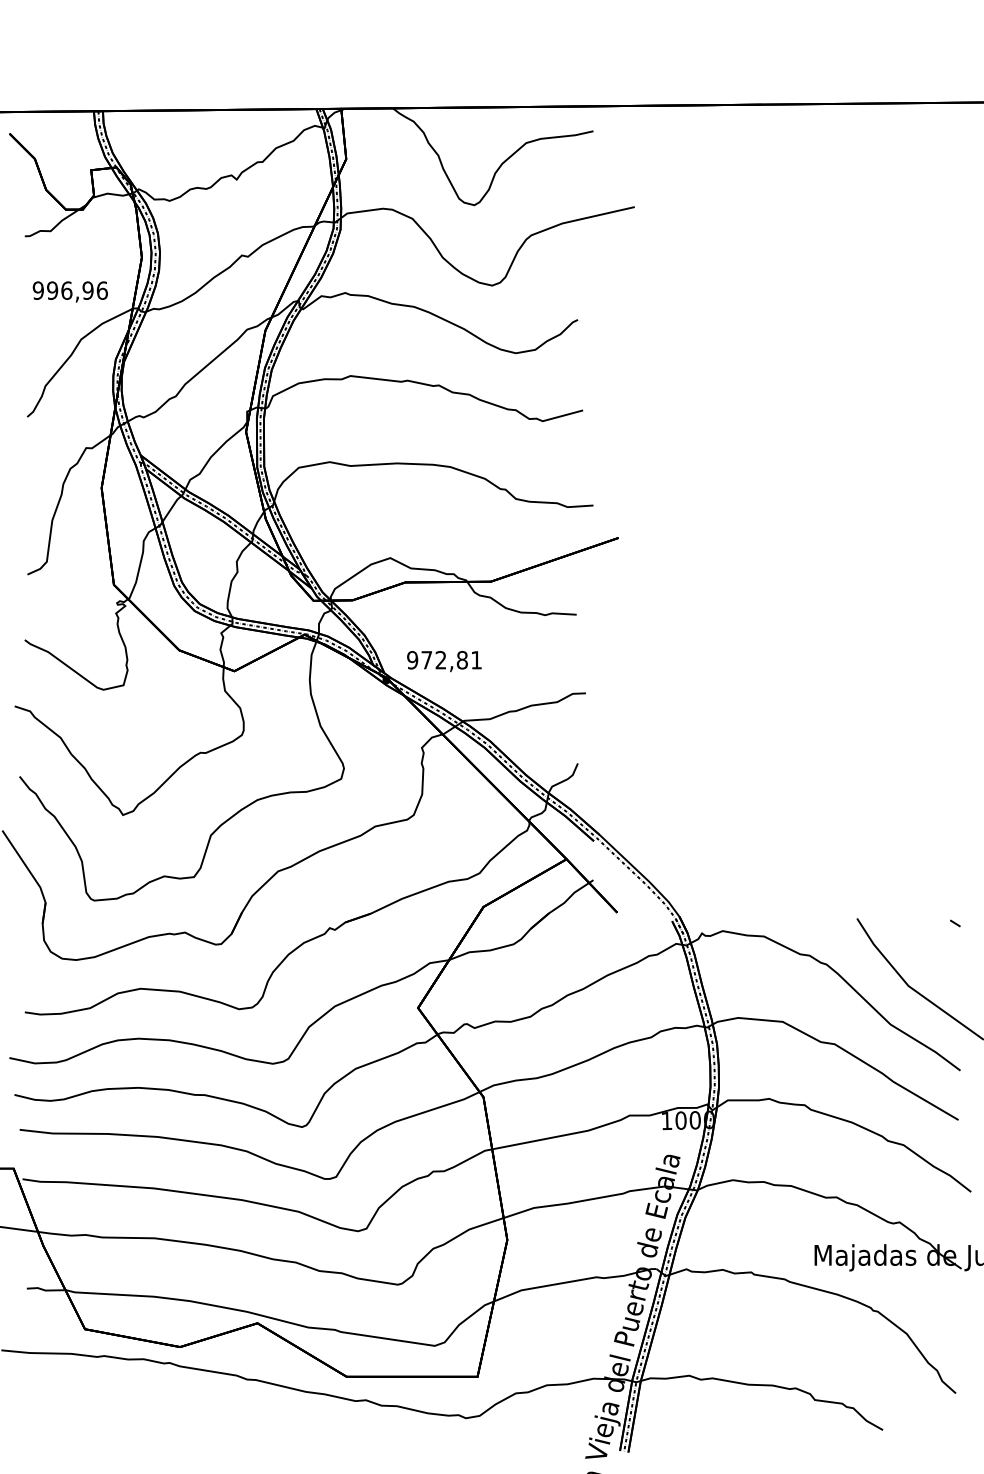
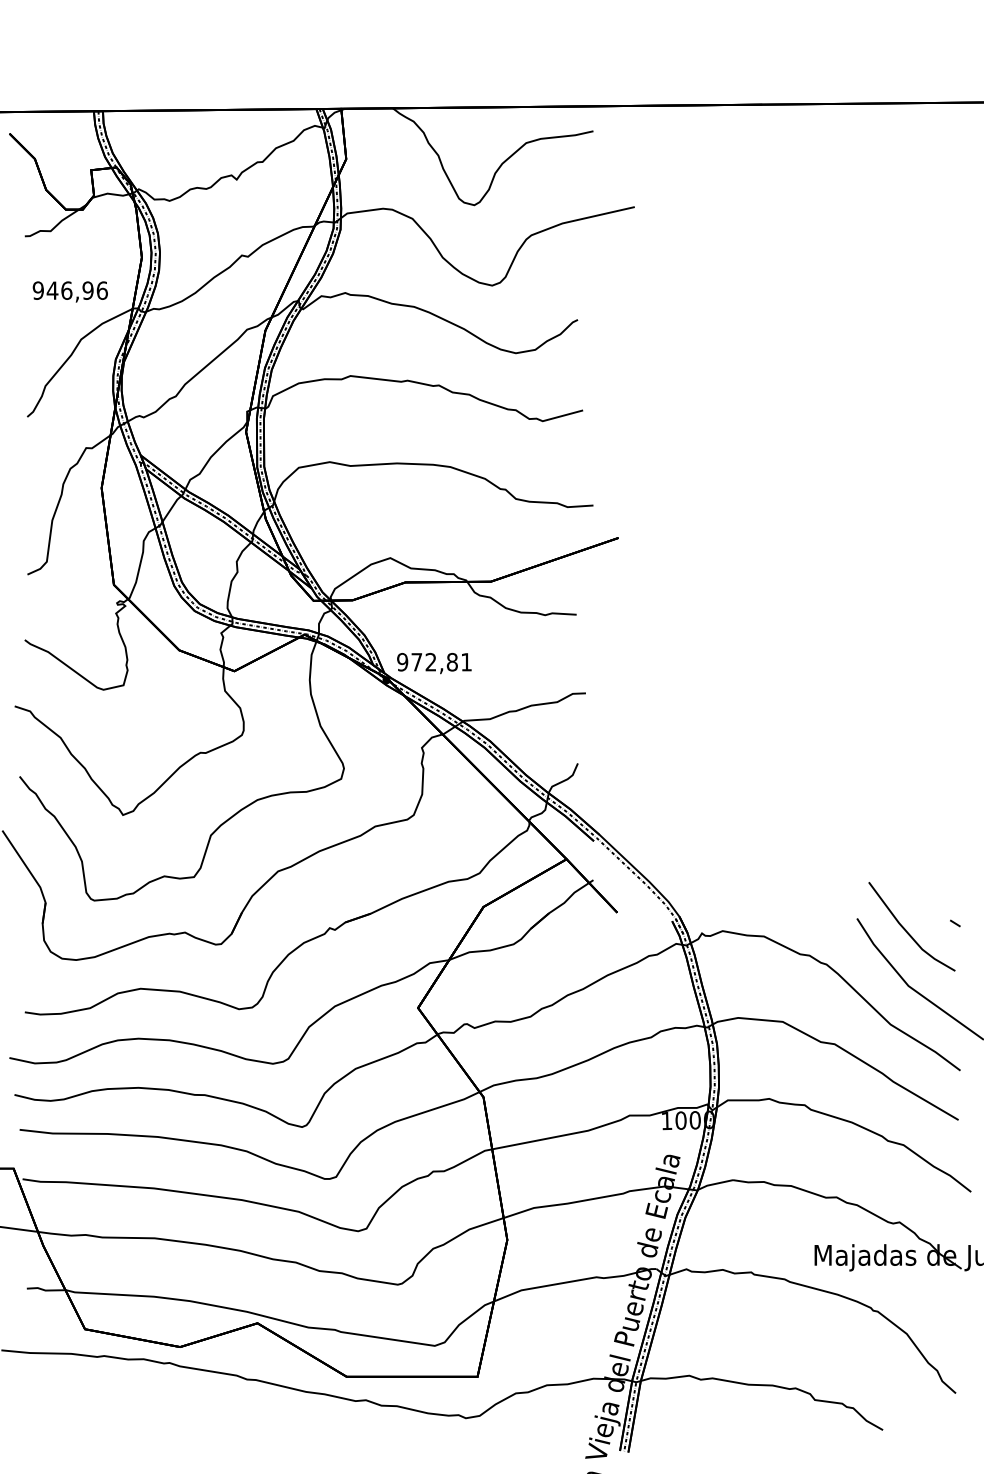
text at (52, 290): 996,96 -> 946,96
text at (444, 661) position: (444, 661) -> (434, 663)
line at (905, 928): none -> present
